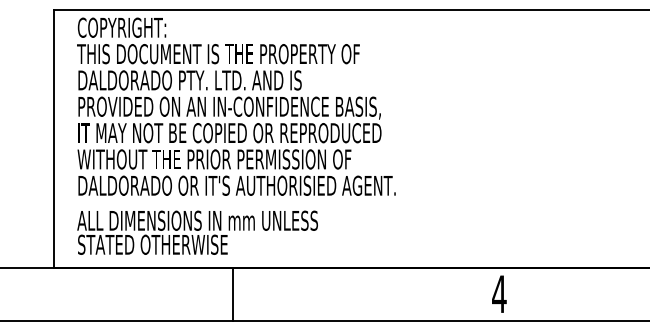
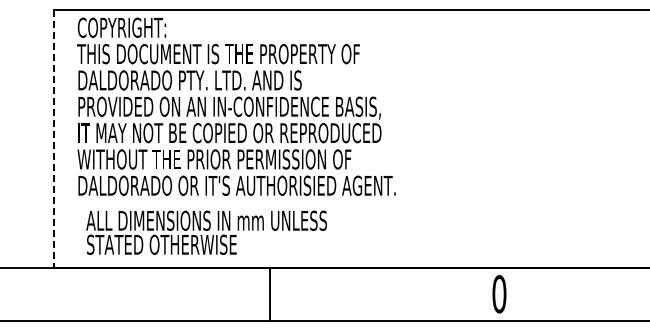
line at (54, 138): solid -> dashed
text at (197, 232) position: (197, 232) -> (206, 232)
line at (232, 293) position: (232, 293) -> (269, 293)
text at (499, 294): 4 -> 0
